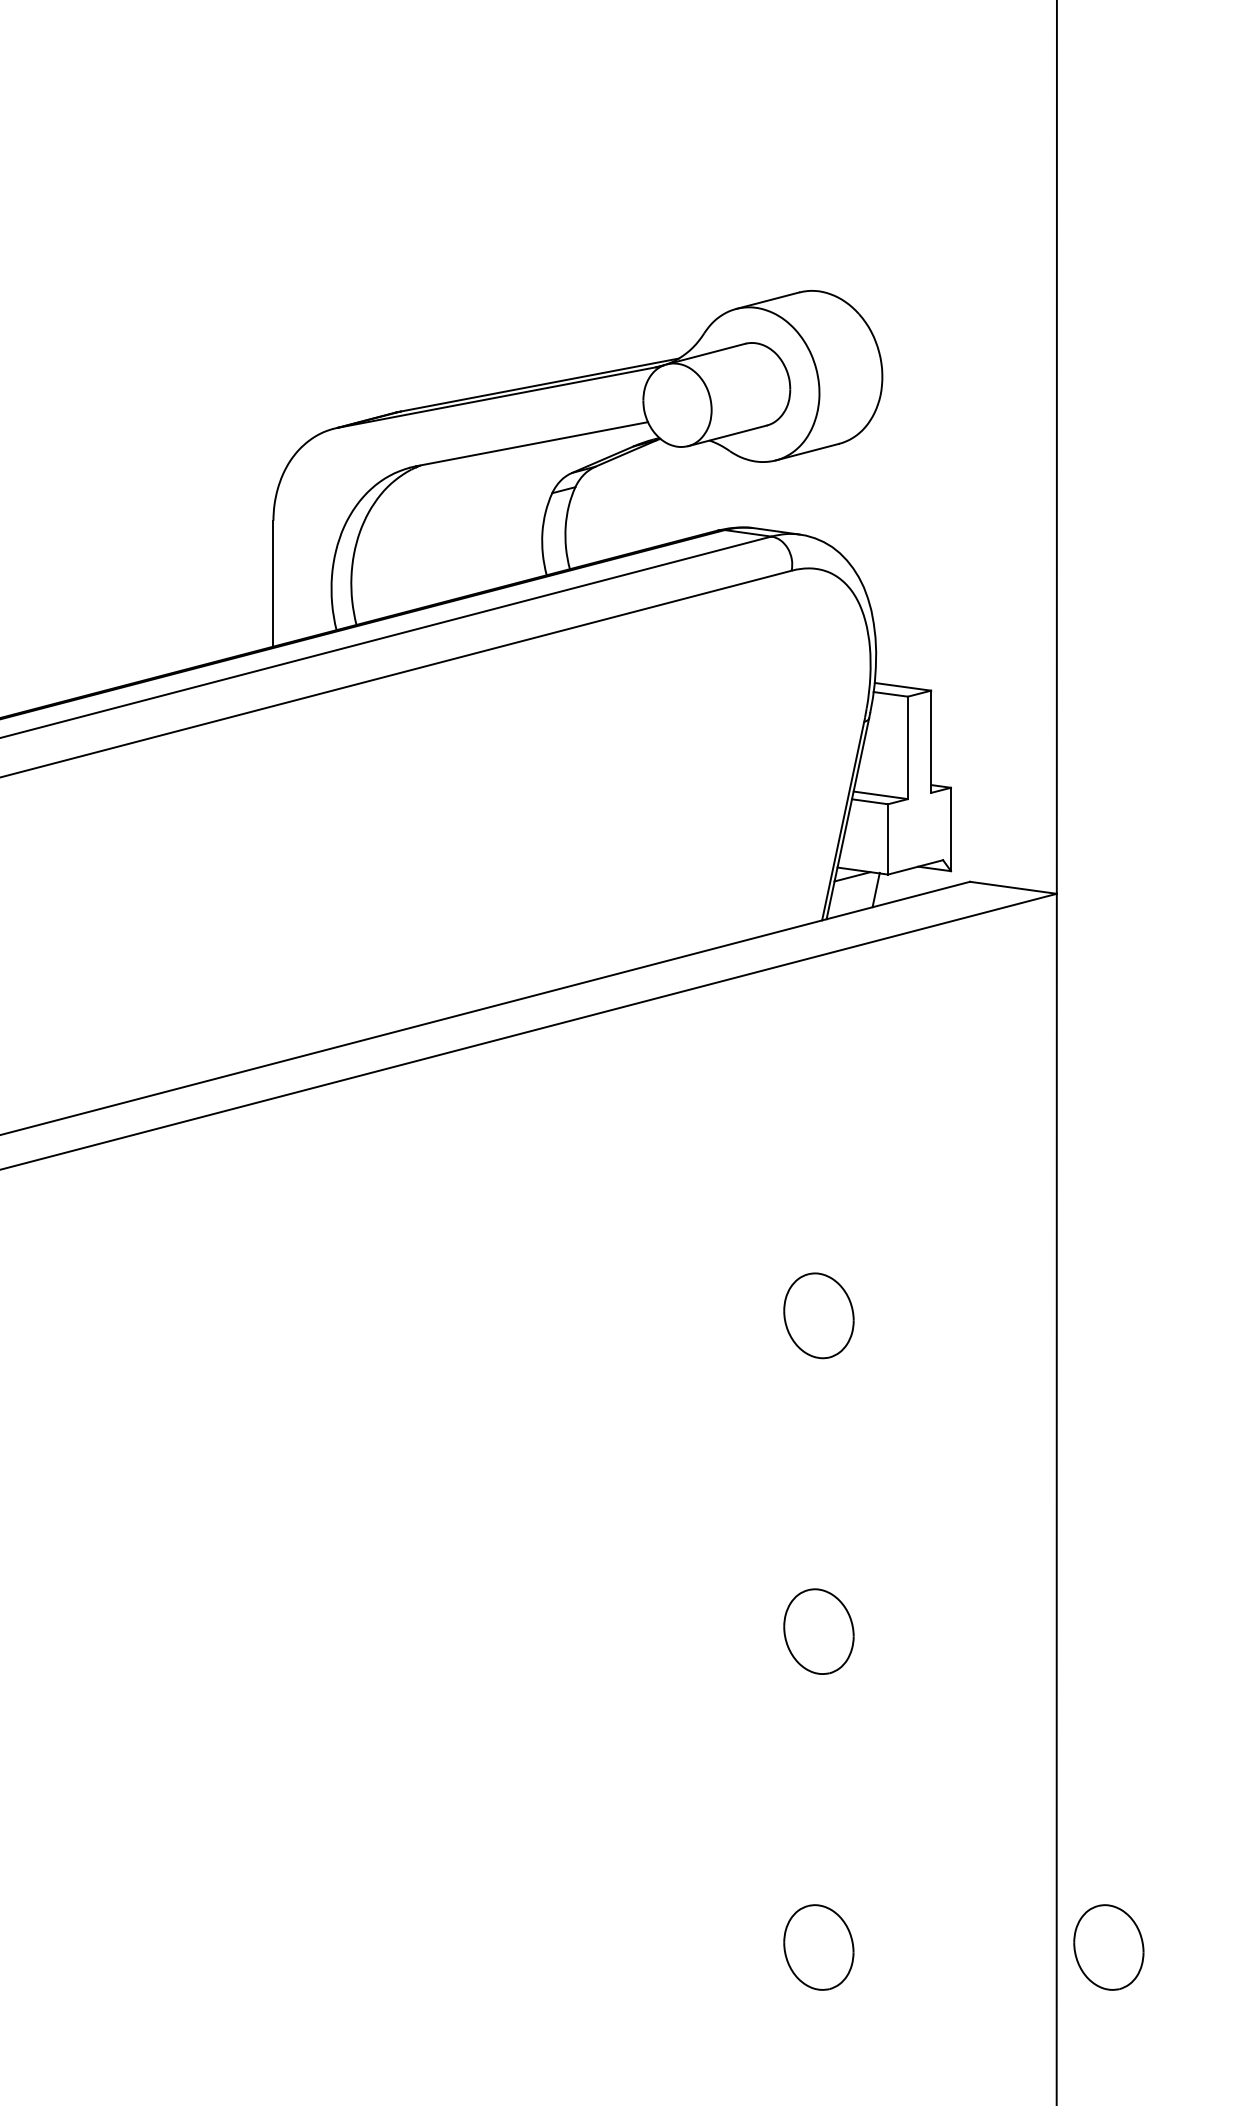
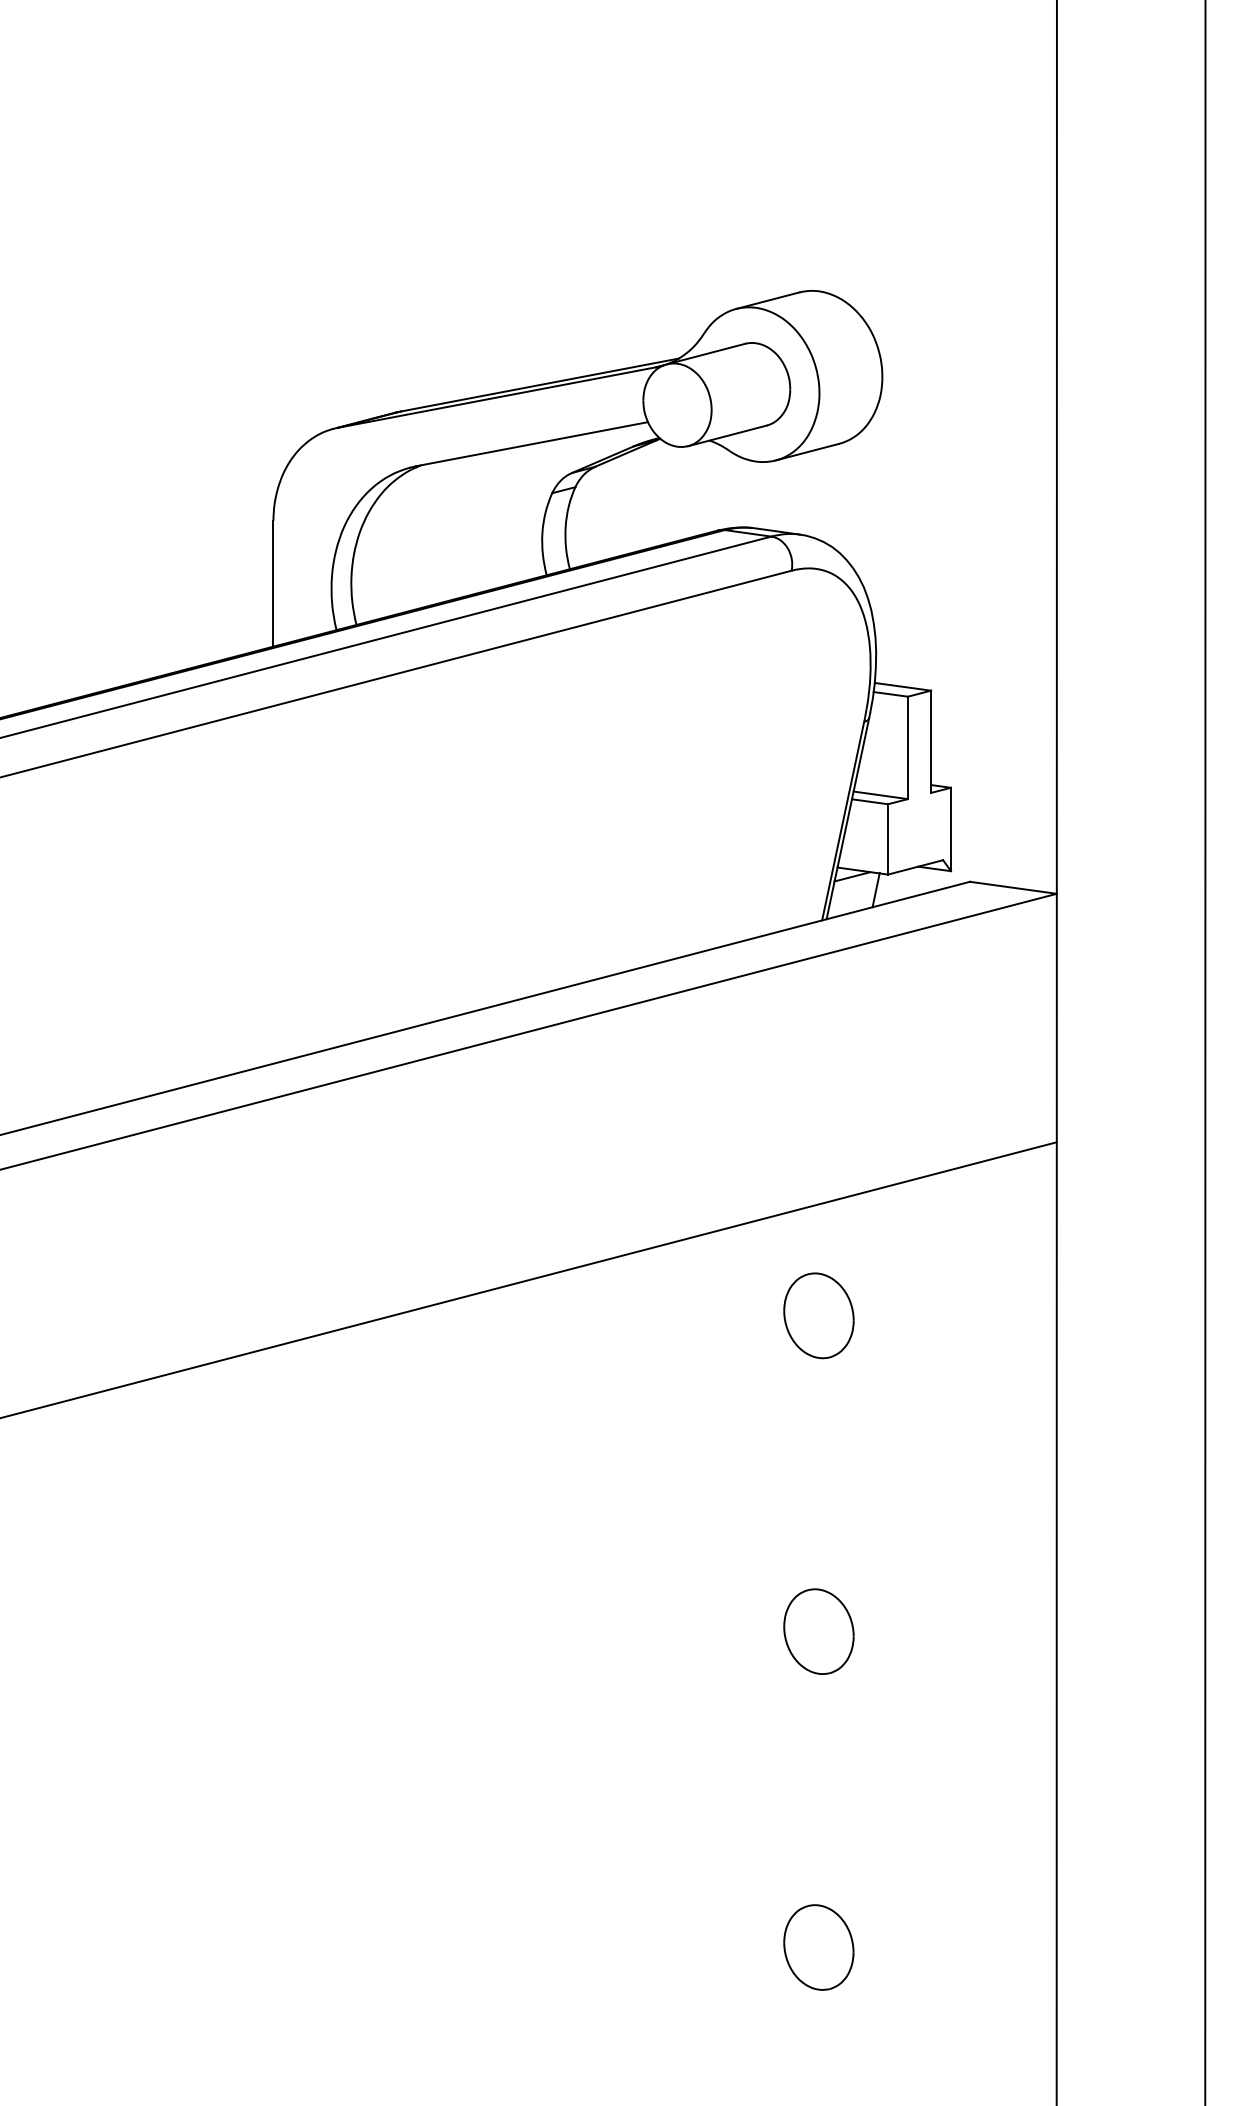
line at (1205, 1052): none -> present
line at (529, 1279): none -> present
part at (1108, 1947): present -> none
